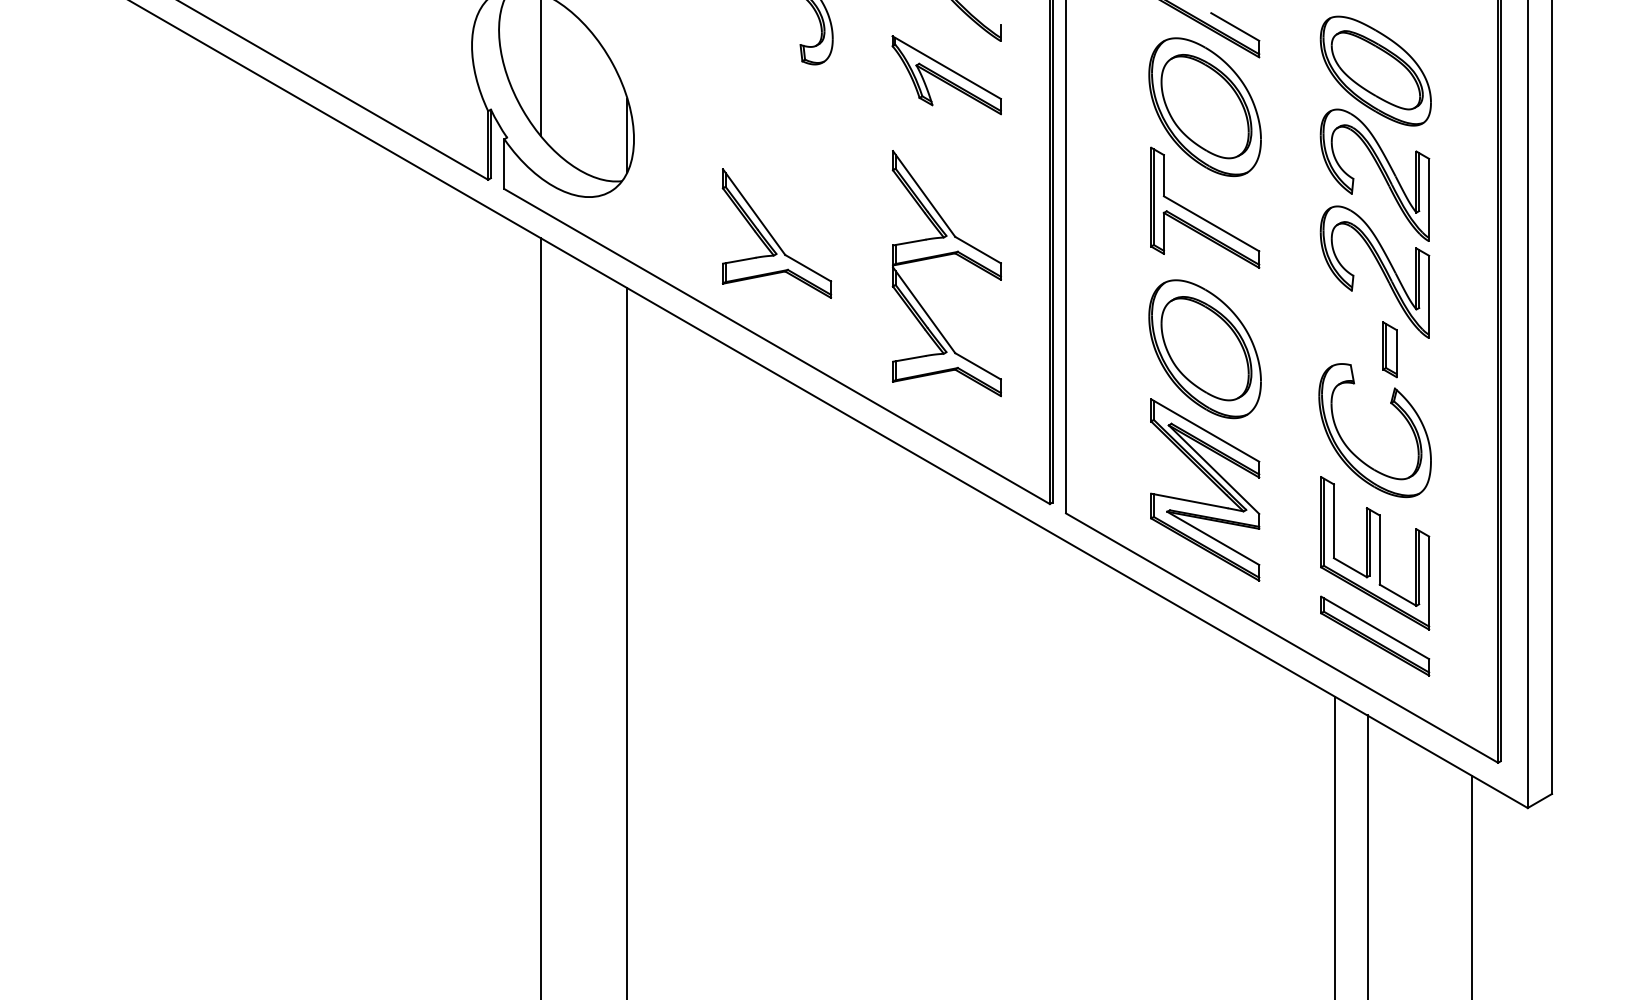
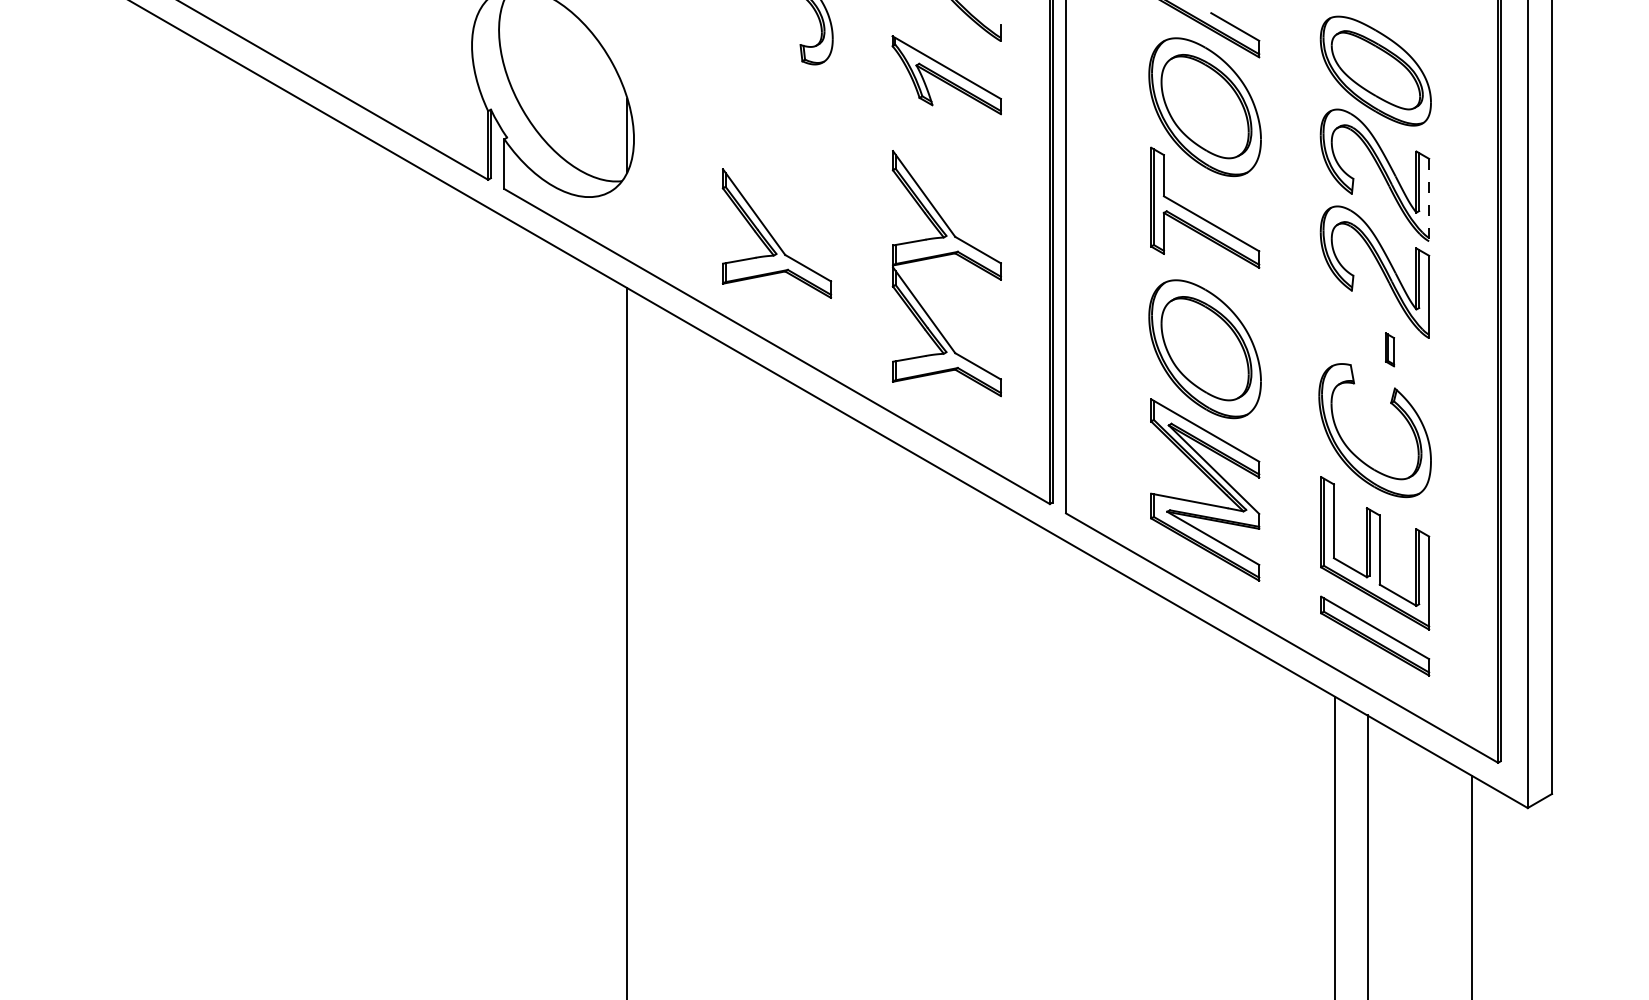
line at (541, 69): present -> none
line at (1429, 200): solid -> dashed
part at (1389, 349) size: 16x58 px -> 11x36 px
line at (541, 617): present -> none
